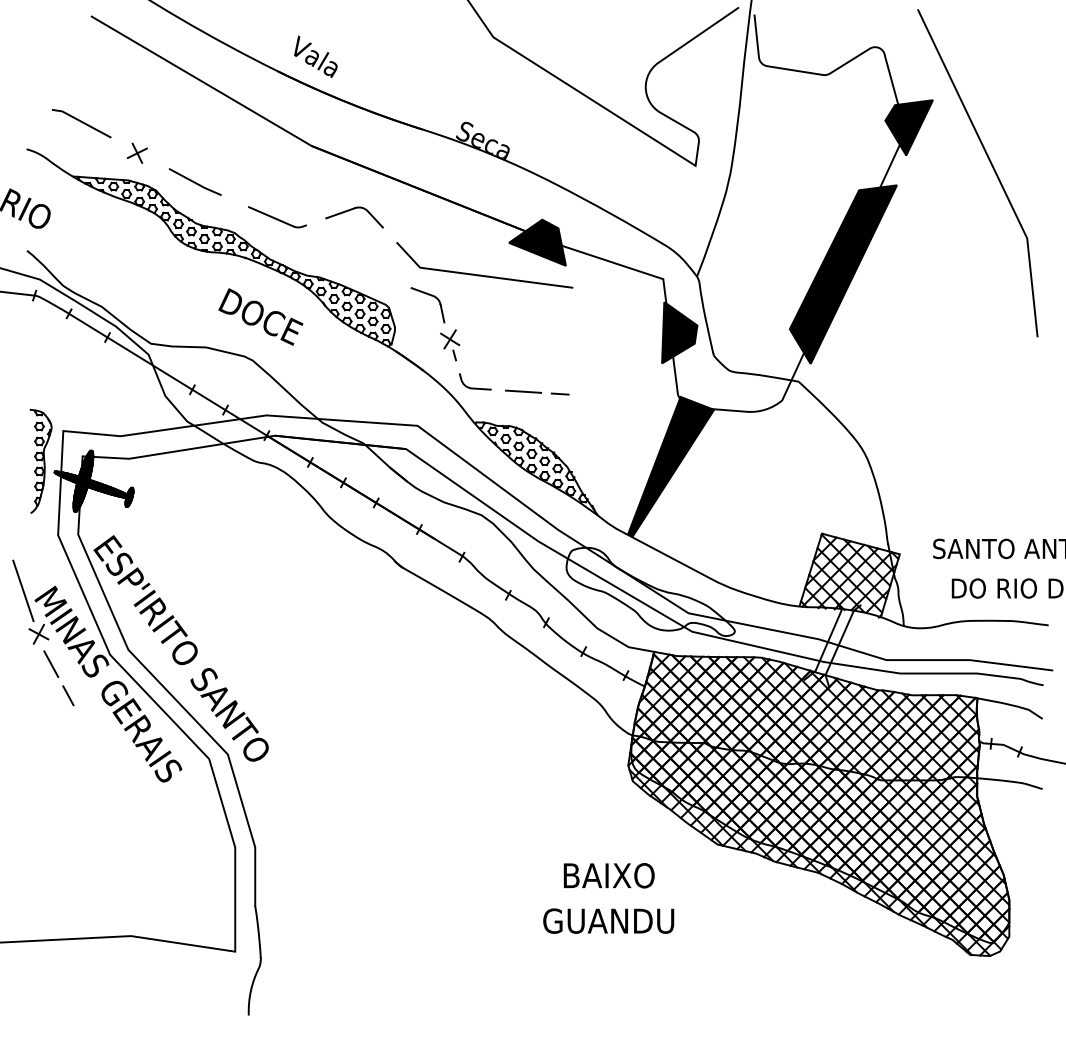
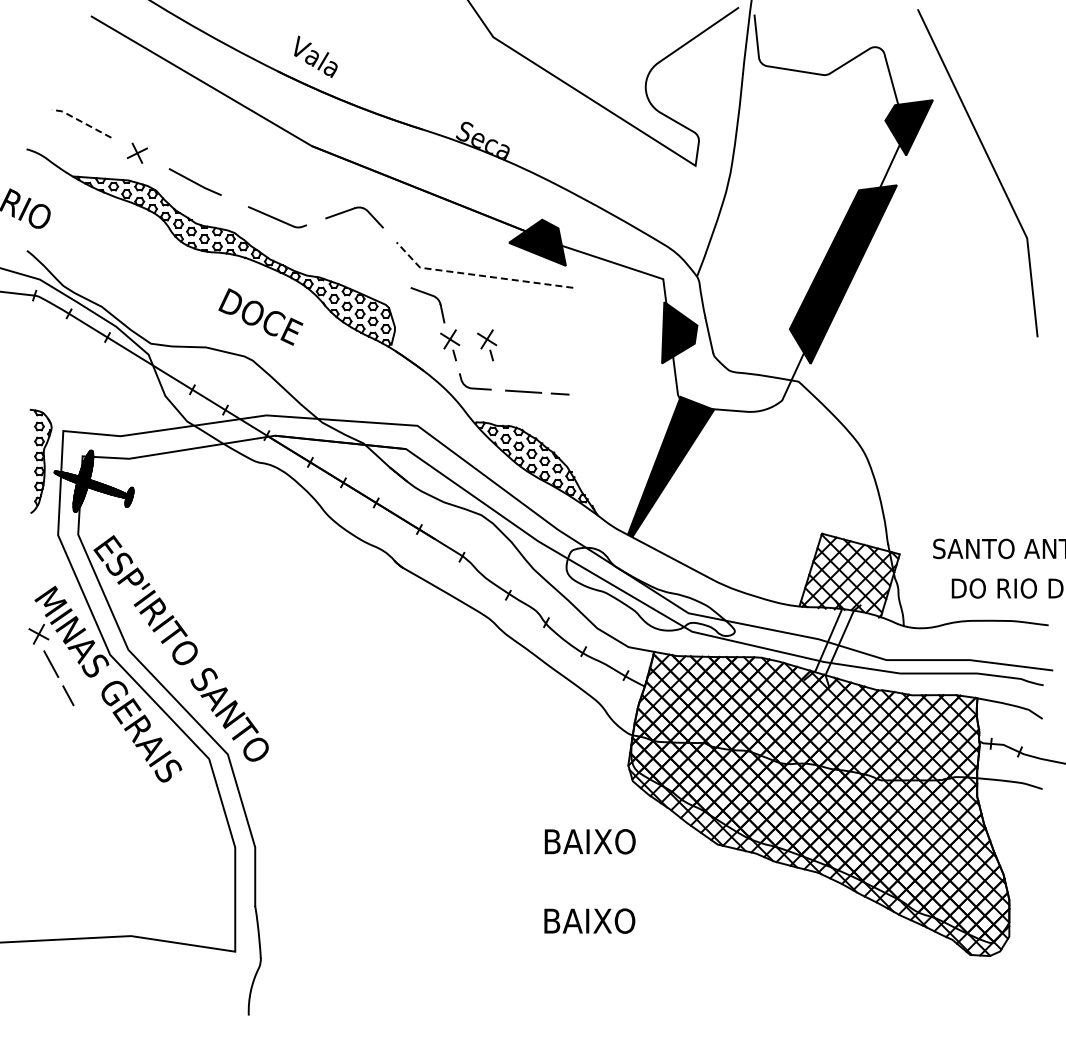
line at (81, 121): solid -> dashed
line at (478, 275): solid -> dashed
part at (487, 345): none -> present
line at (23, 590): present -> none
text at (608, 875) position: (608, 875) -> (589, 841)
text at (608, 920): GUANDU -> BAIXO
